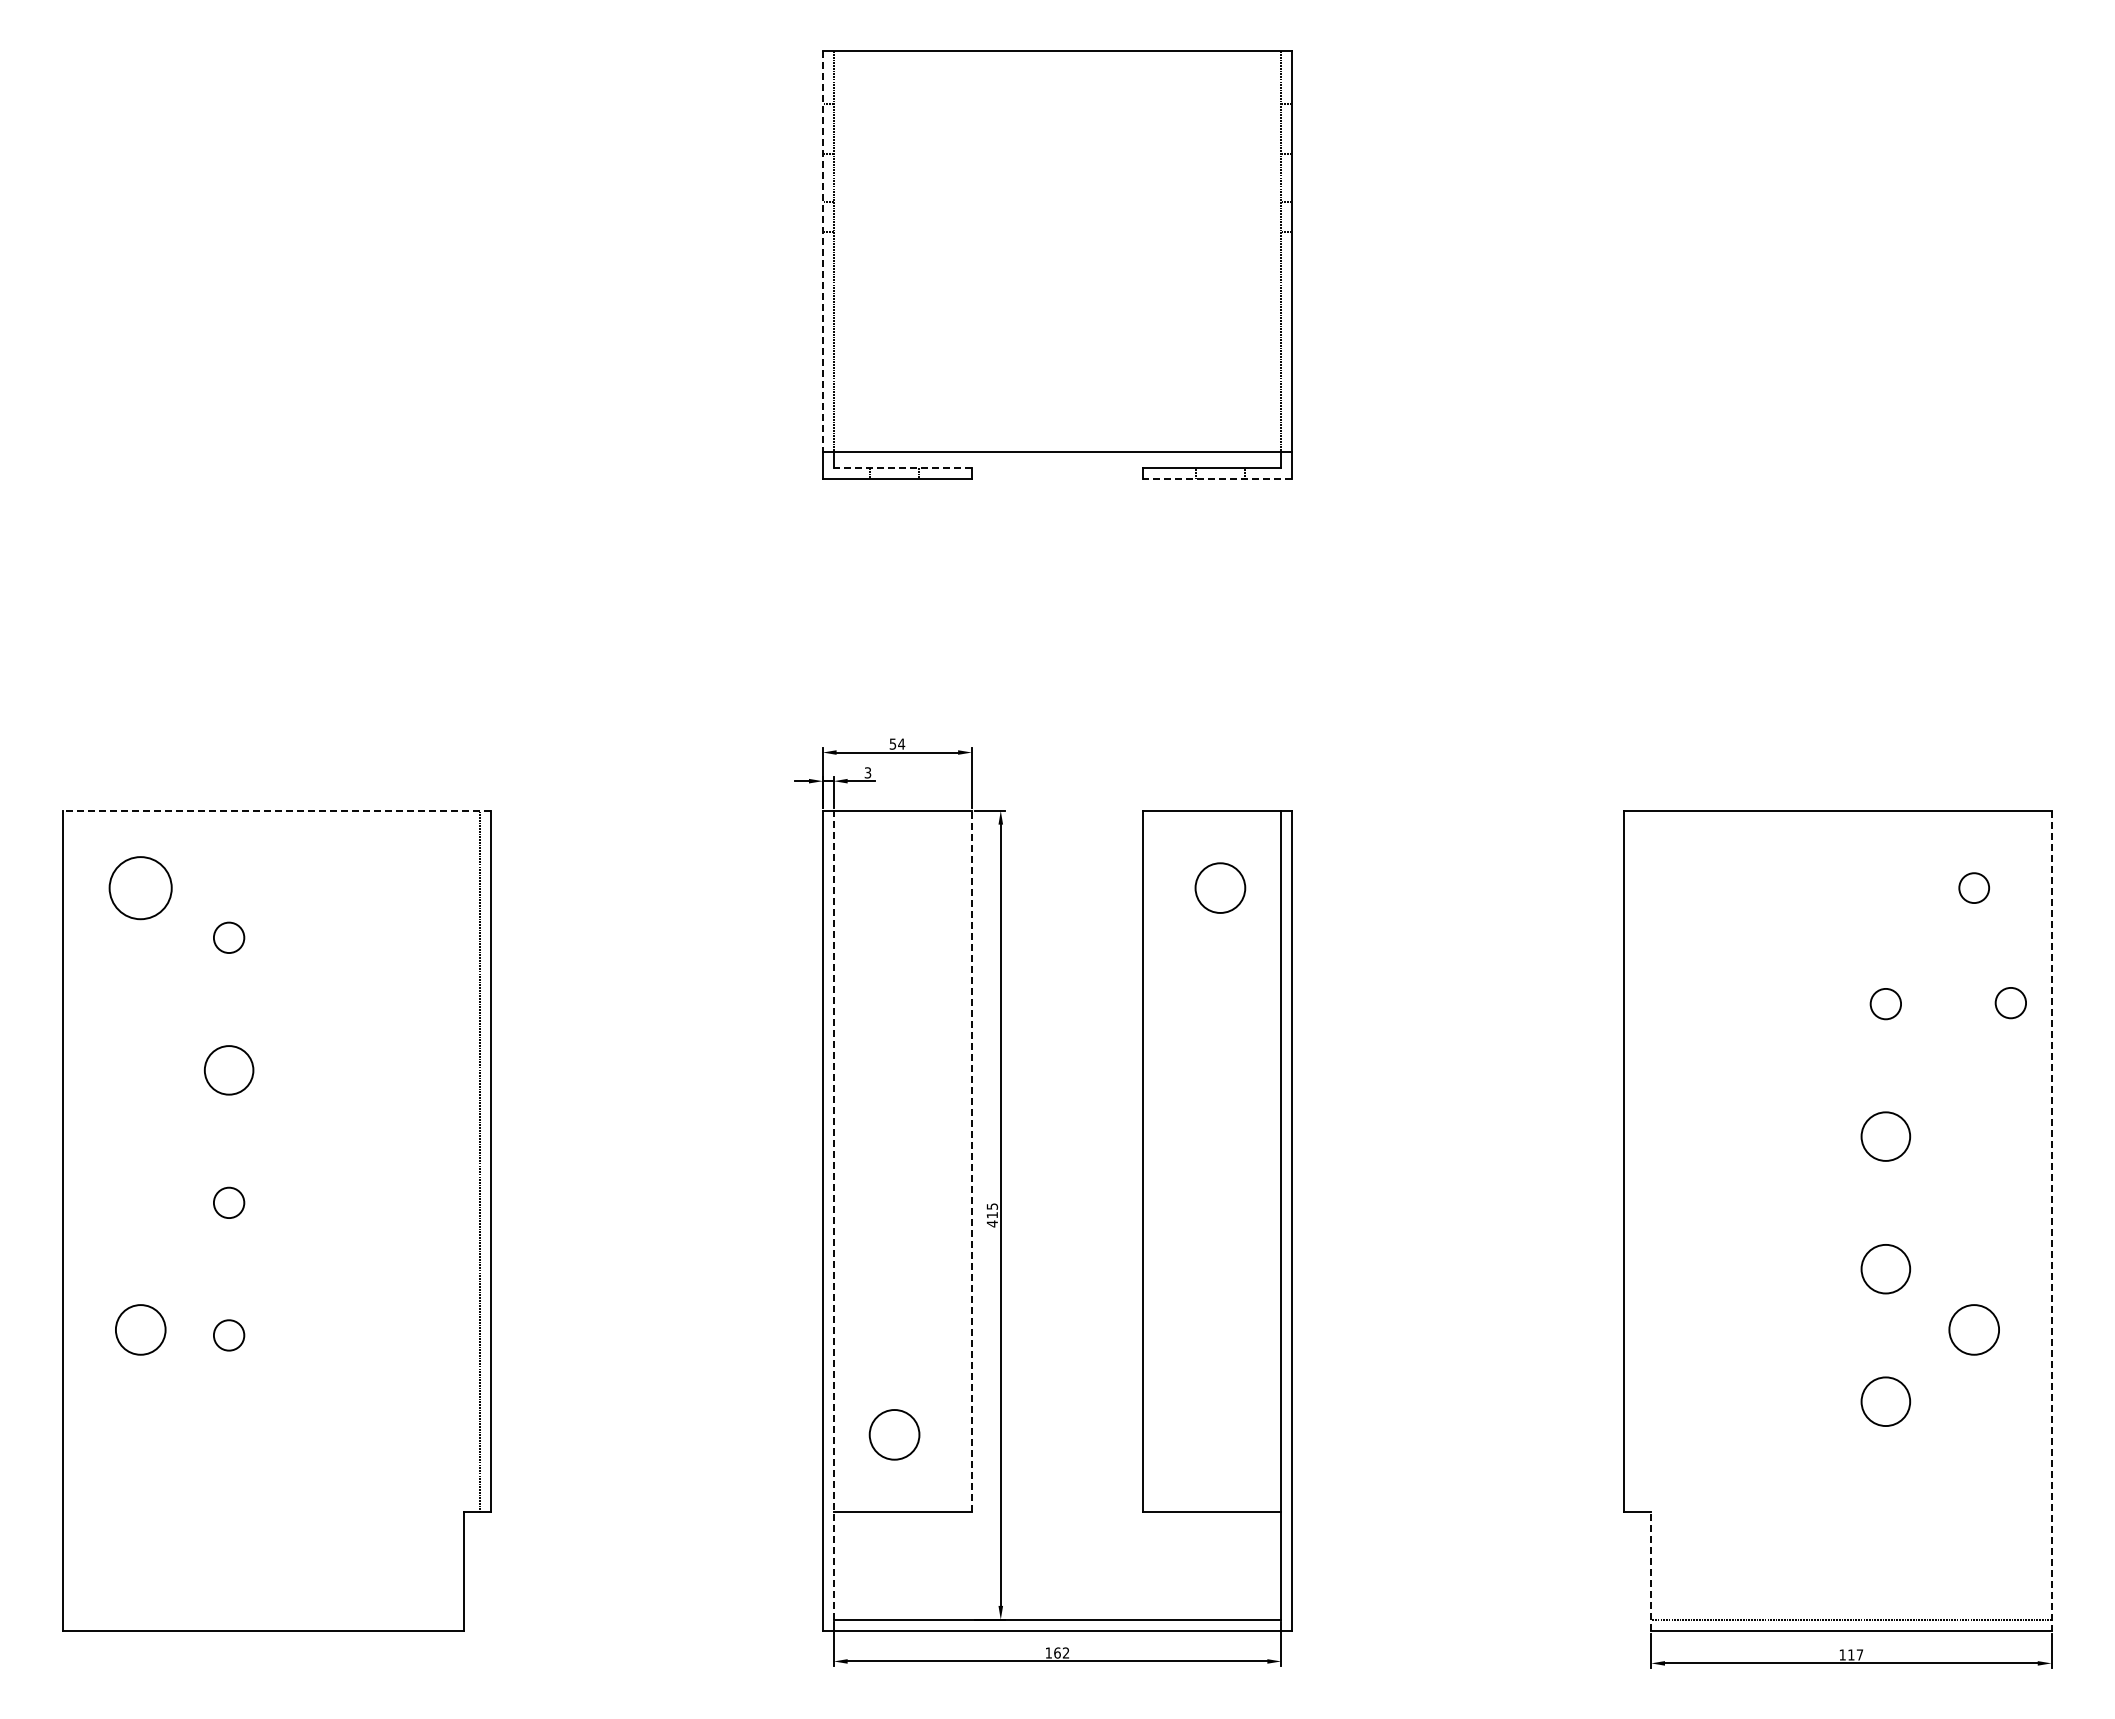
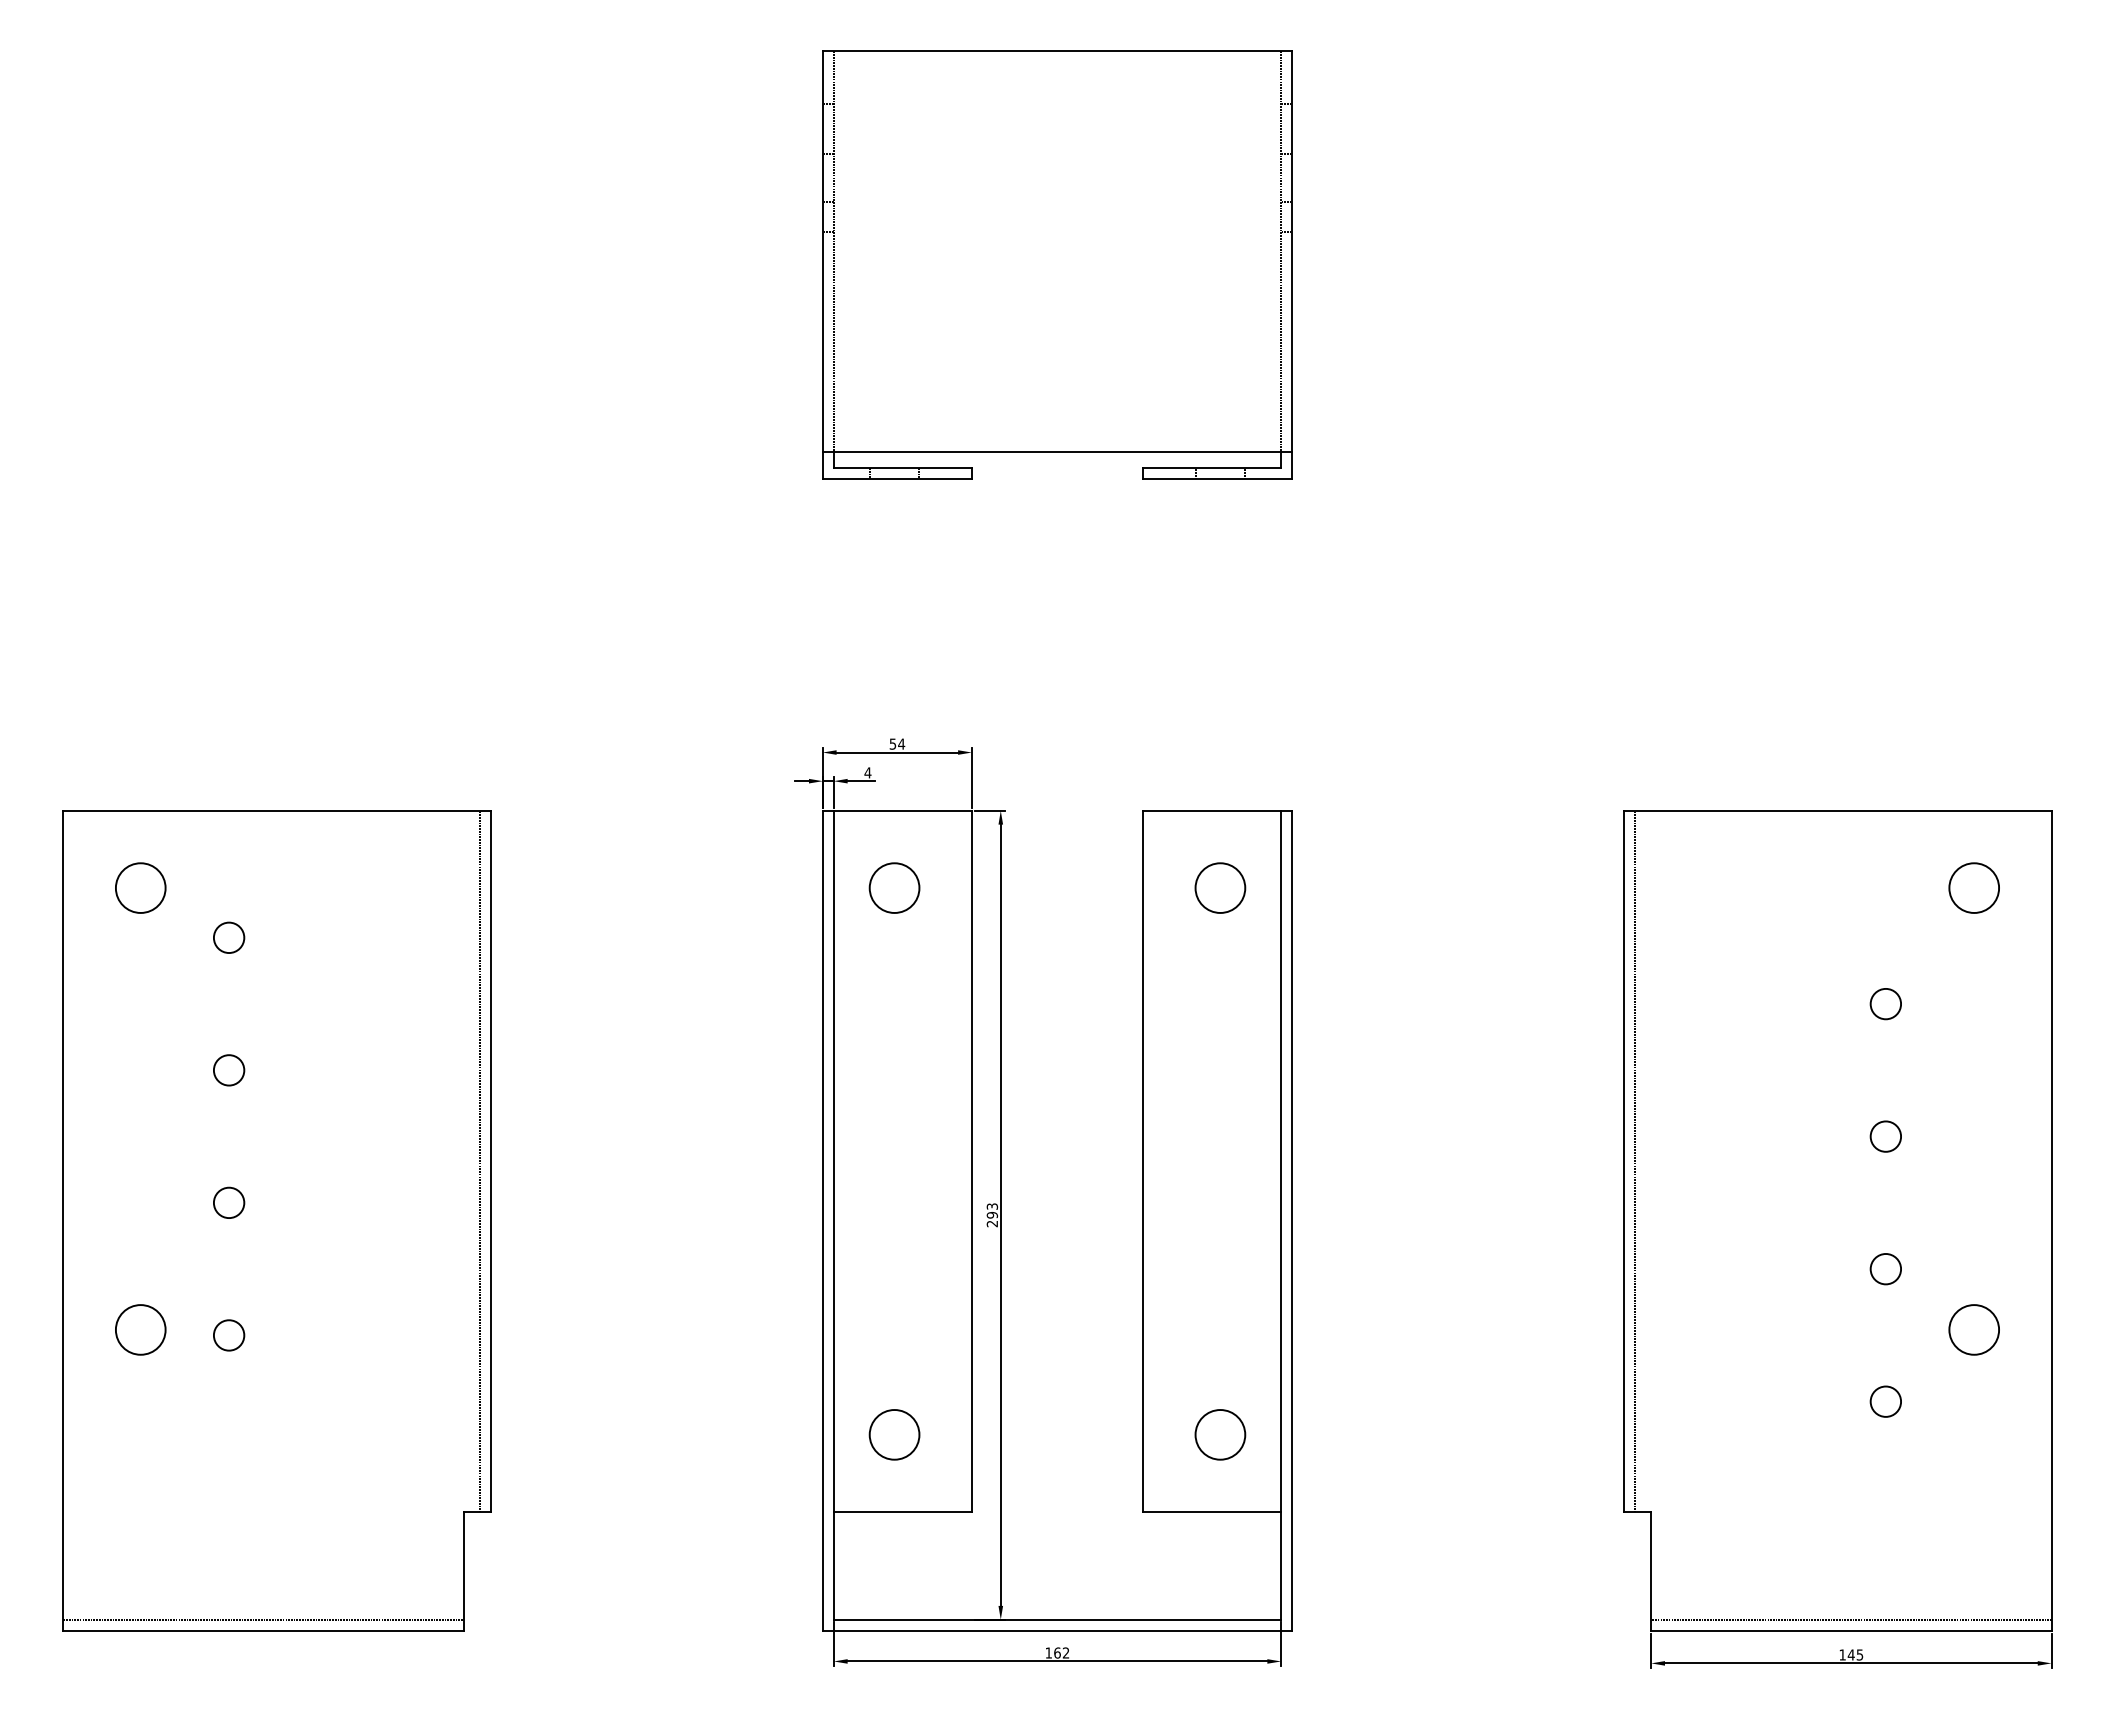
line at (822, 252): dashed -> solid
line at (902, 468): dashed -> solid
line at (1217, 479): dashed -> solid
text at (867, 772): 3 -> 4
line at (277, 810): dashed -> solid
circle at (894, 887): none -> present
circle at (140, 888) size: 65x65 px -> 52x52 px
circle at (1974, 888) diameter: 30 px -> 50 px
circle at (2010, 1003): present -> none
circle at (228, 1070) diameter: 49 px -> 30 px
circle at (1885, 1136) diameter: 49 px -> 30 px
line at (971, 1161): dashed -> solid
line at (1634, 1161): none -> present
line at (833, 1214): dashed -> solid
text at (992, 1215): 415 -> 293
line at (2051, 1220): dashed -> solid
circle at (1885, 1268) diameter: 49 px -> 30 px
circle at (1885, 1401) diameter: 49 px -> 30 px
circle at (1220, 1434): none -> present
line at (1651, 1570): dashed -> solid
line at (263, 1619): none -> present
text at (1855, 1654): 117 -> 145
